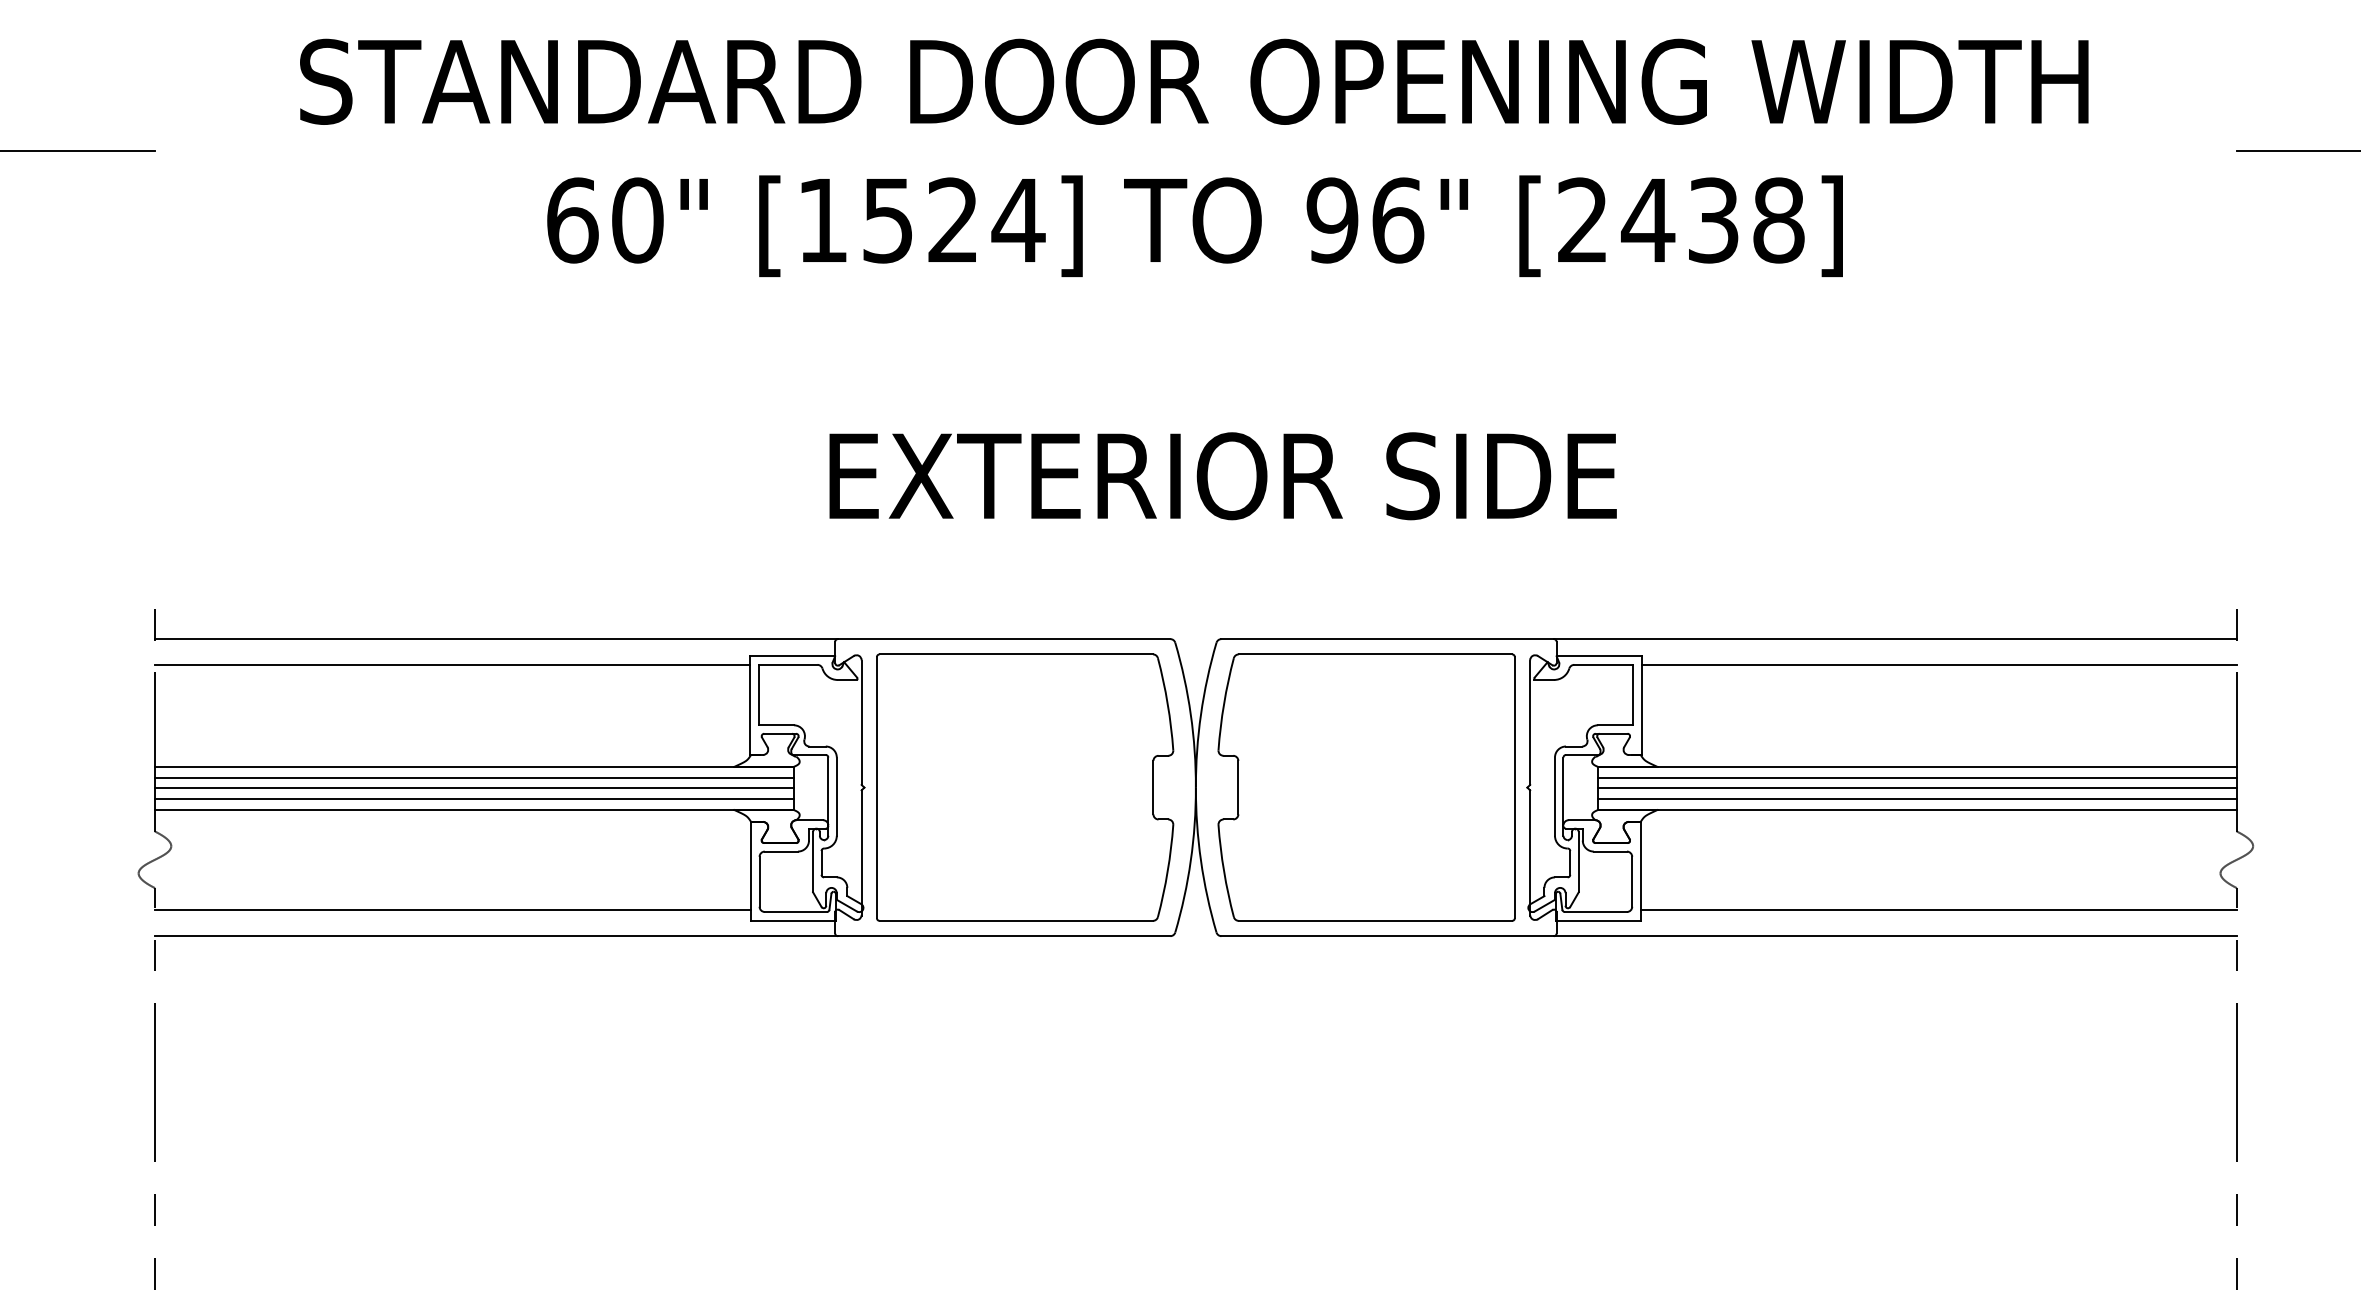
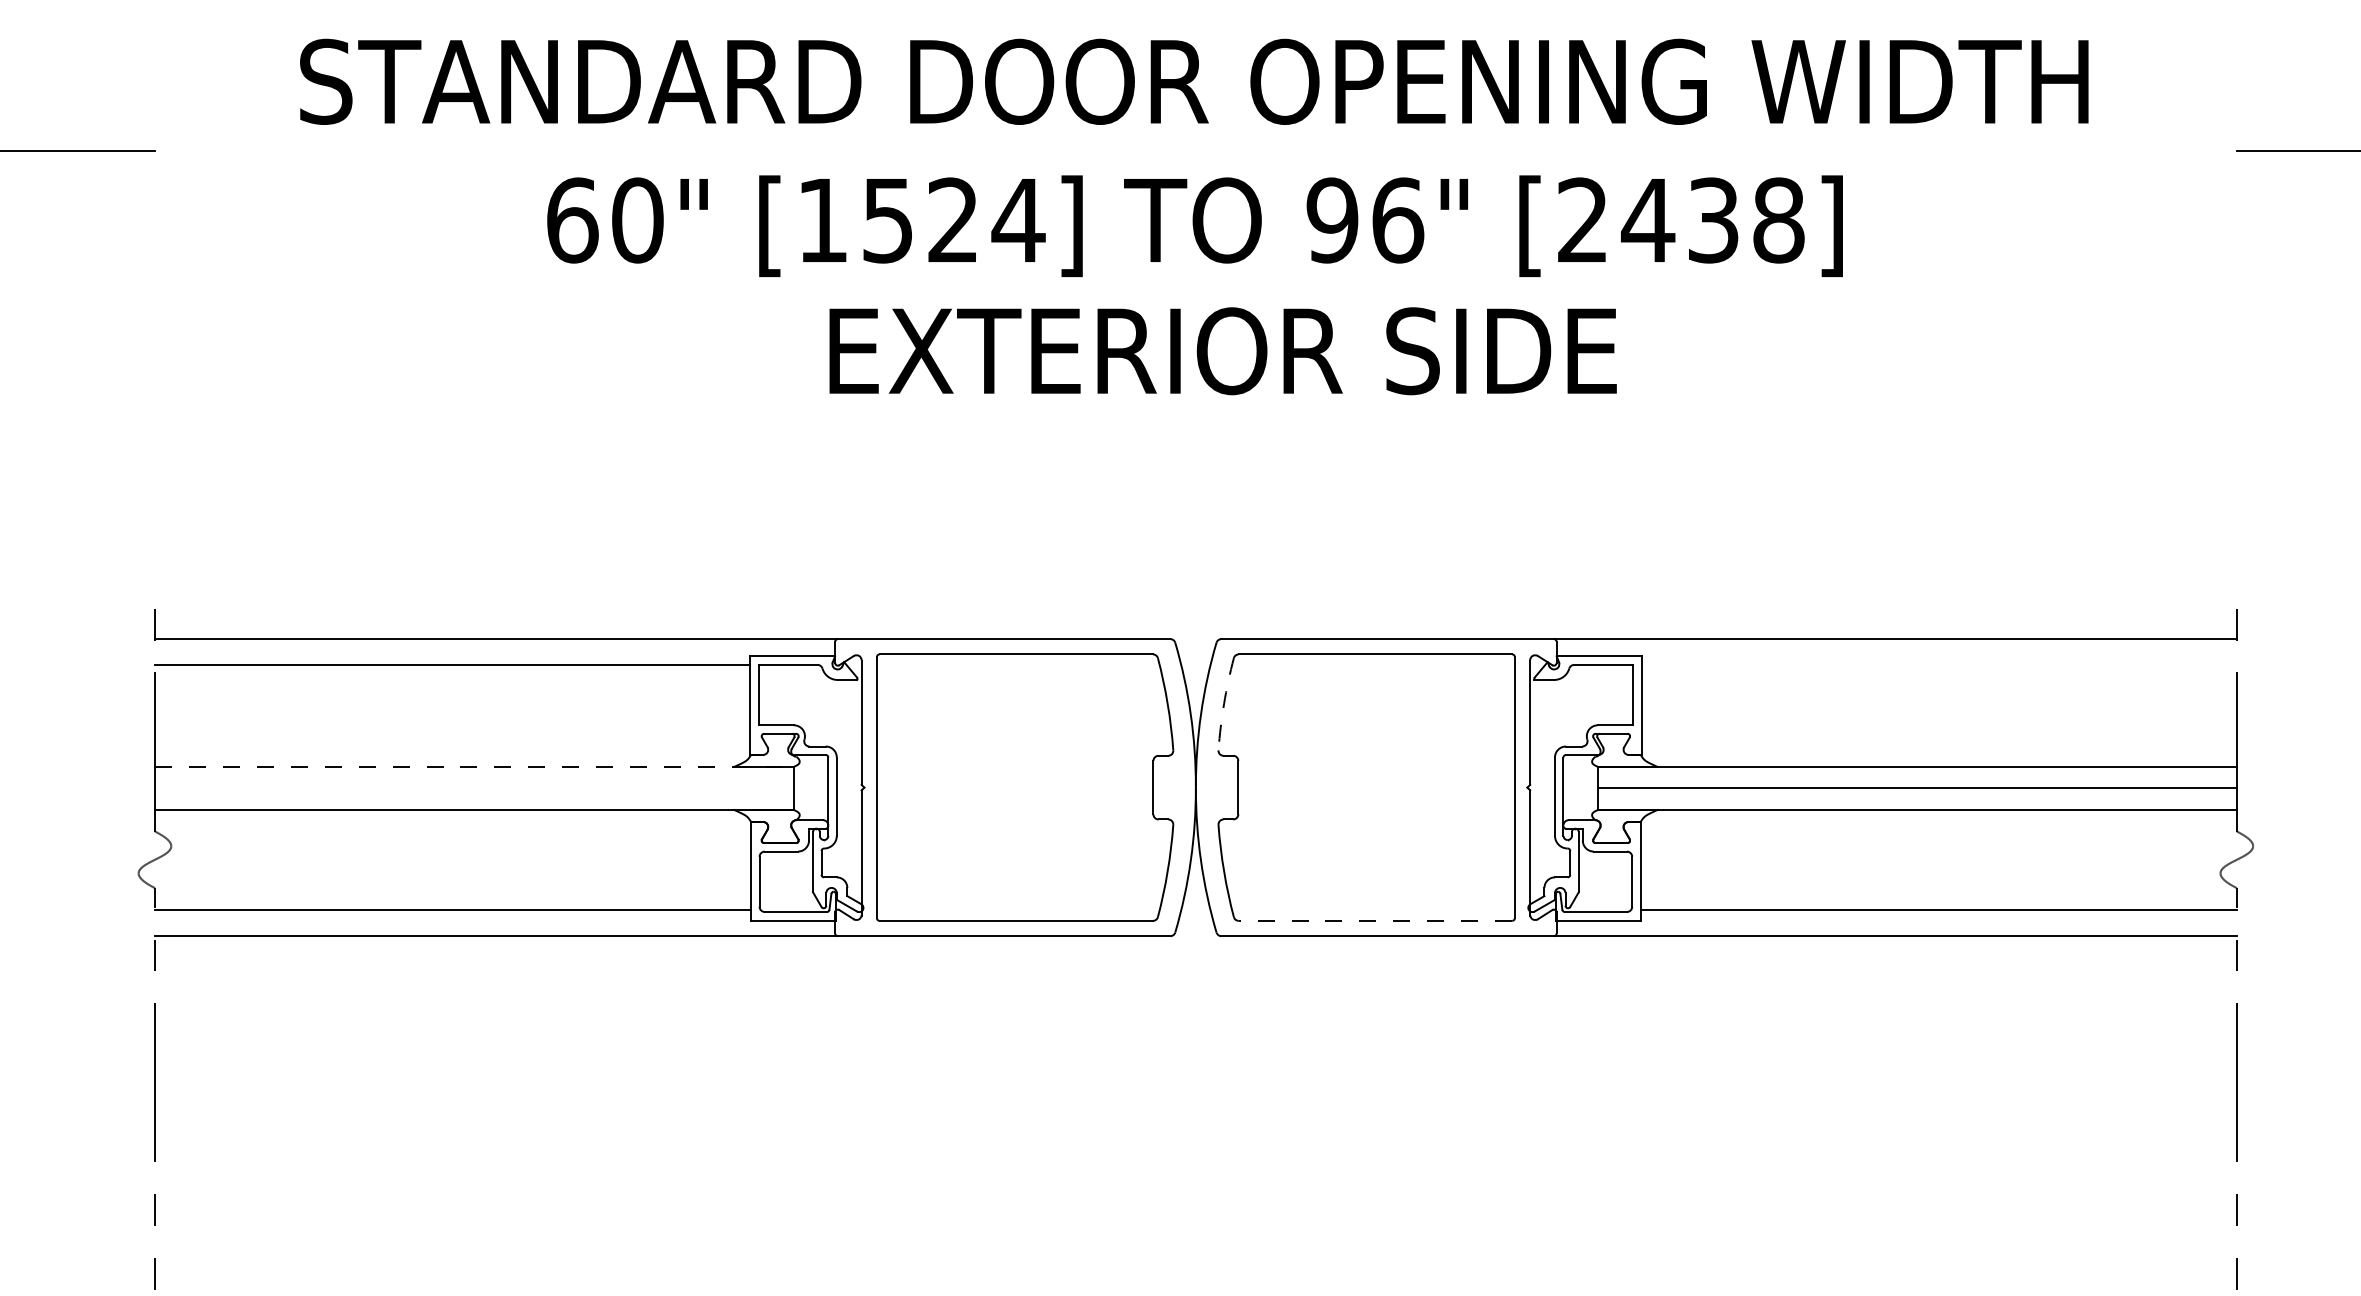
text at (1222, 476) position: (1222, 476) -> (1222, 351)
line at (1938, 665): present -> none
arc at (1224, 703): solid -> dashed
line at (474, 767): solid -> dashed
line at (473, 777): present -> none
line at (1917, 777): present -> none
line at (473, 788): present -> none
line at (473, 799): present -> none
line at (1917, 799): present -> none
line at (1375, 920): solid -> dashed
